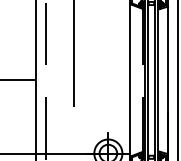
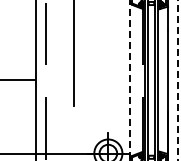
line at (130, 79): solid -> dashed
line at (178, 79): solid -> dashed
